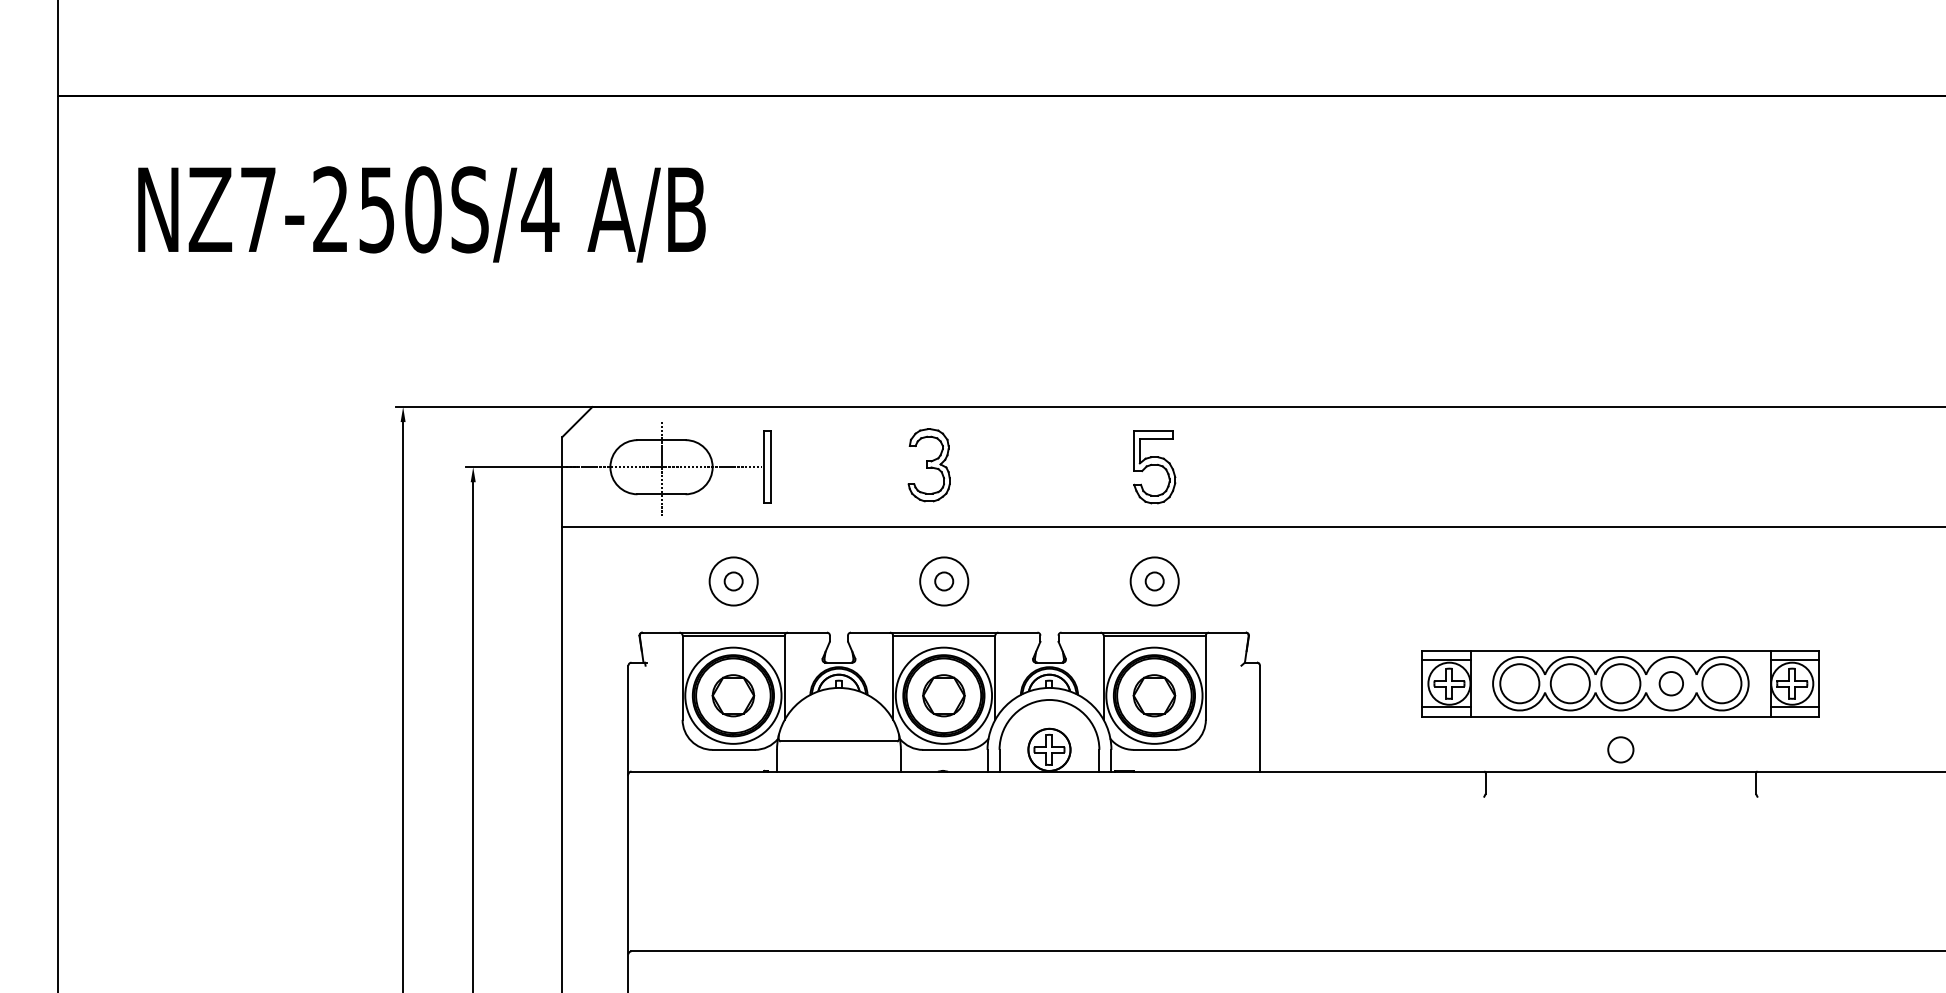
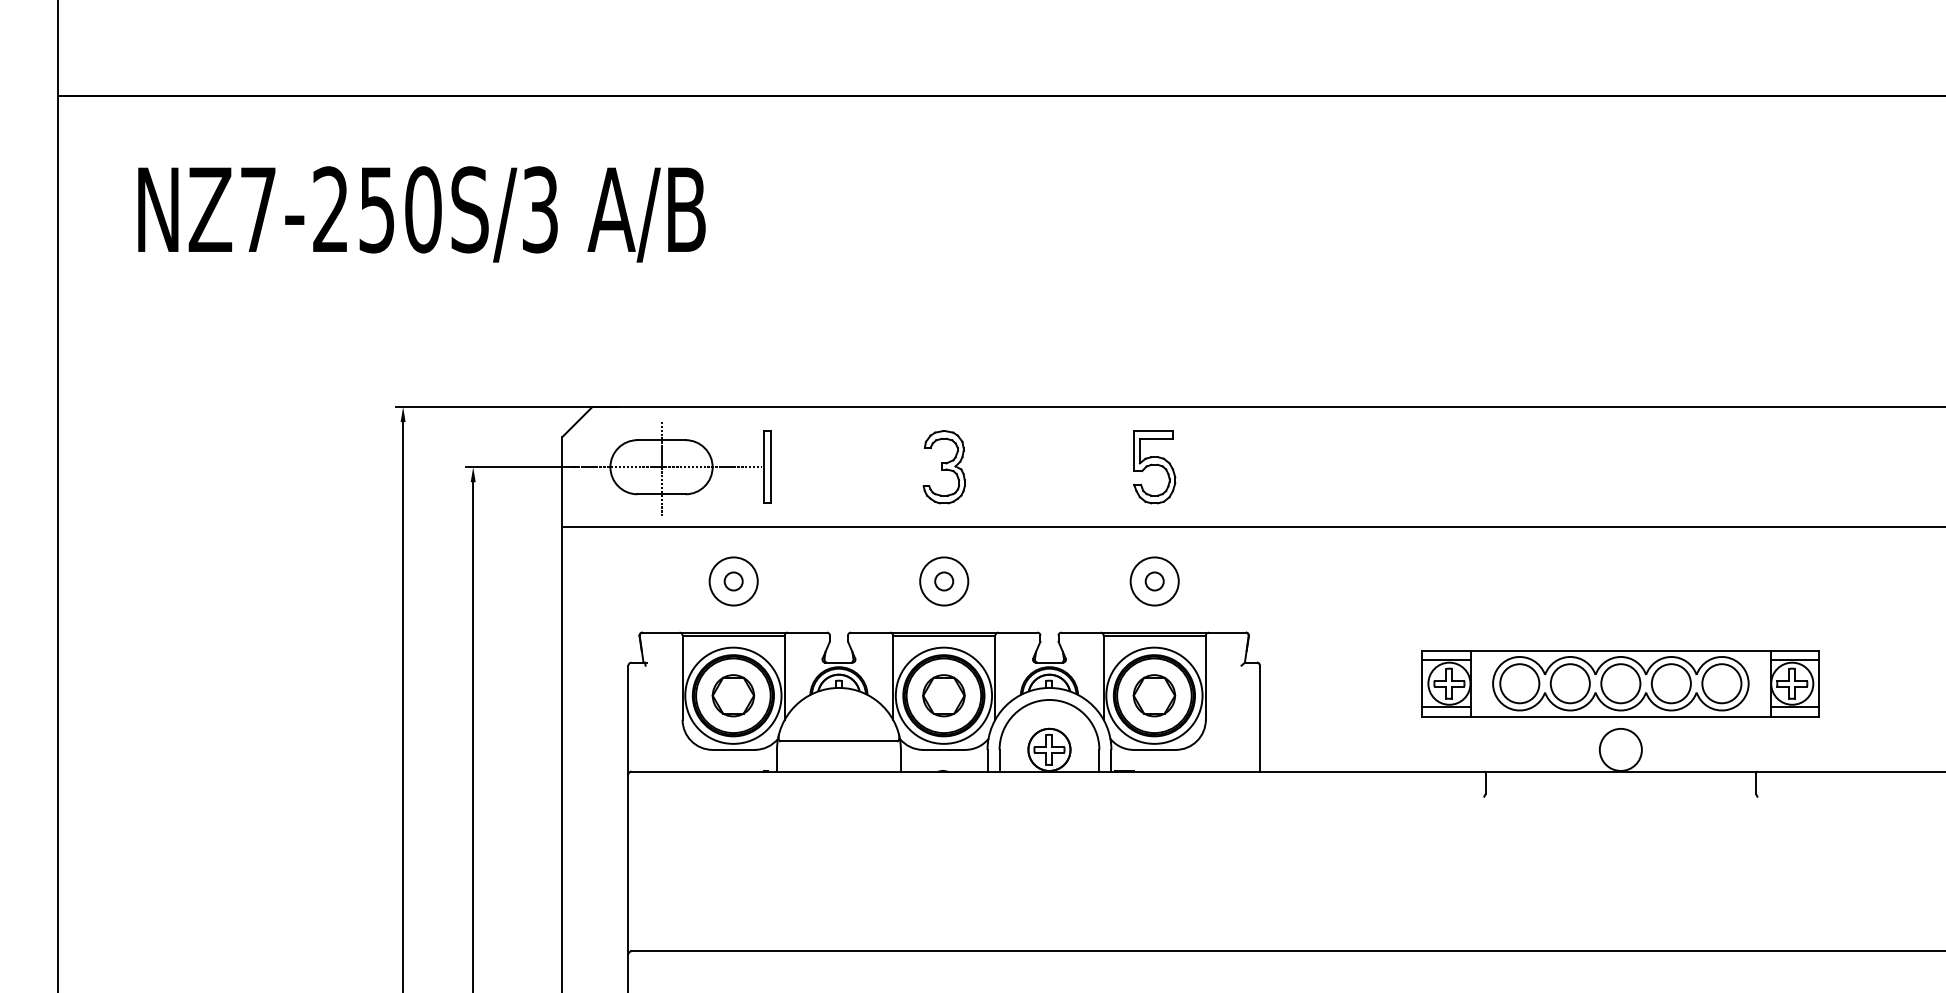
text at (540, 209): NZ7-250S/4 -> NZ7-250S/3
part at (928, 465) position: (928, 465) -> (943, 467)
circle at (1671, 683) diameter: 23 px -> 39 px
circle at (1620, 749) diameter: 25 px -> 42 px
